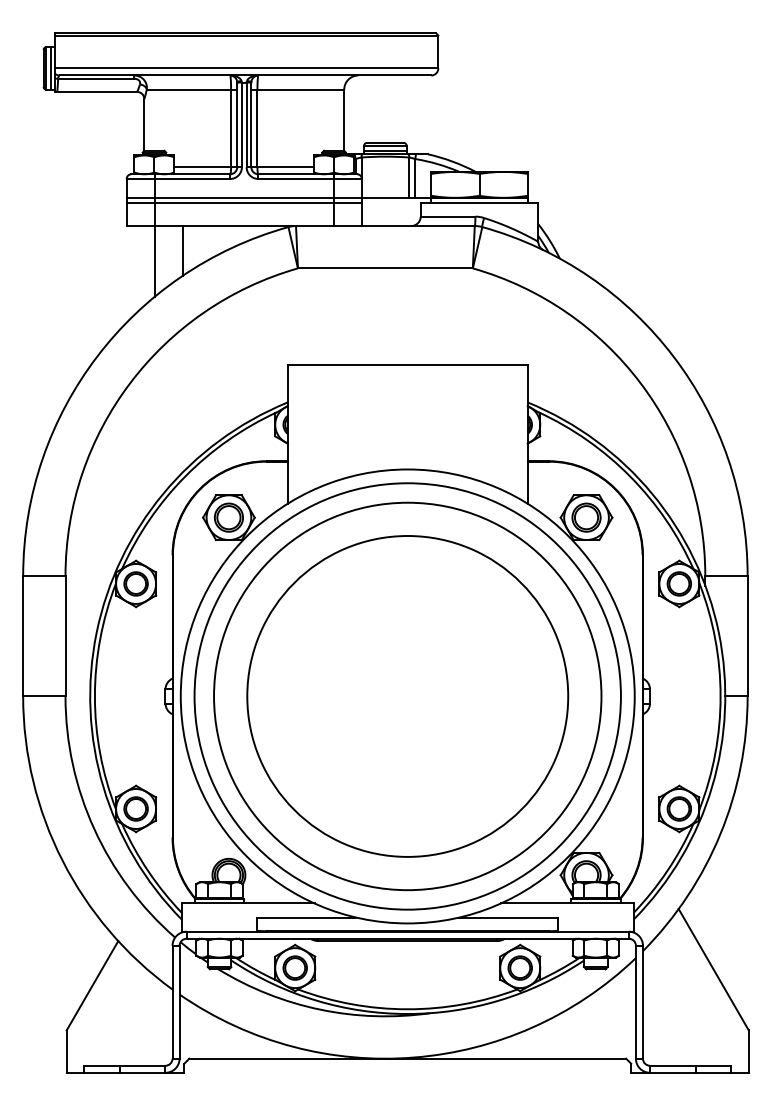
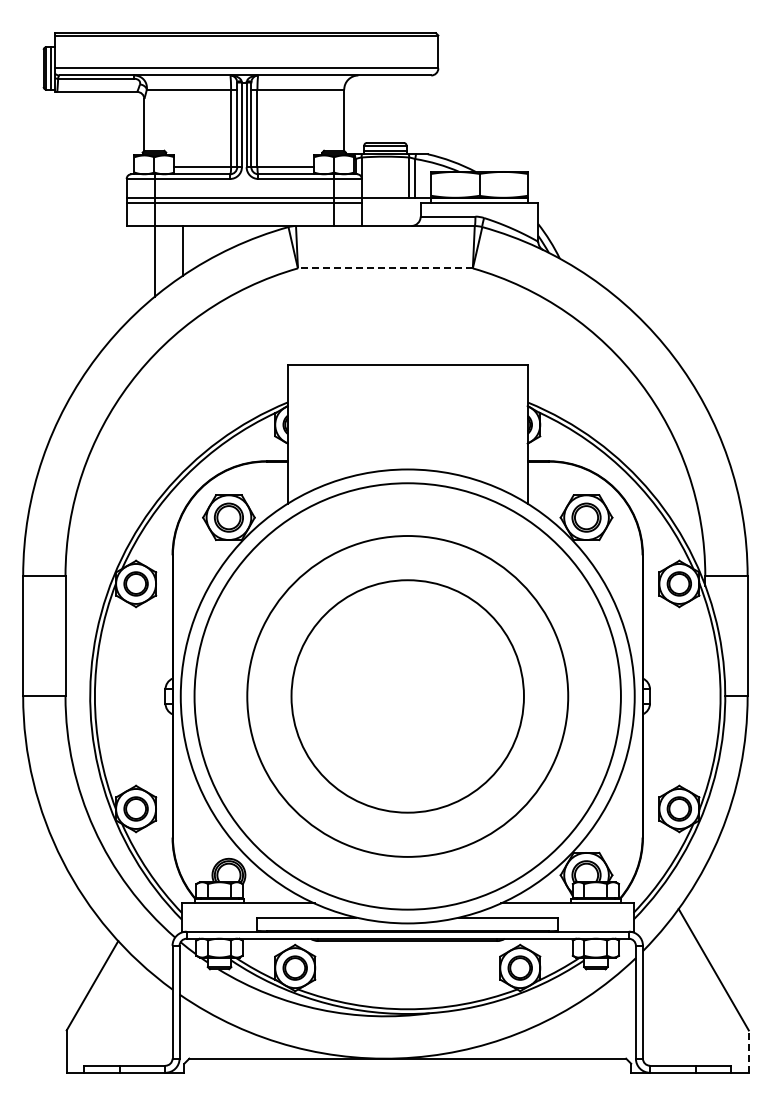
line at (384, 268): solid -> dashed
circle at (407, 696) diameter: 387 px -> 232 px
line at (748, 1051): solid -> dashed
